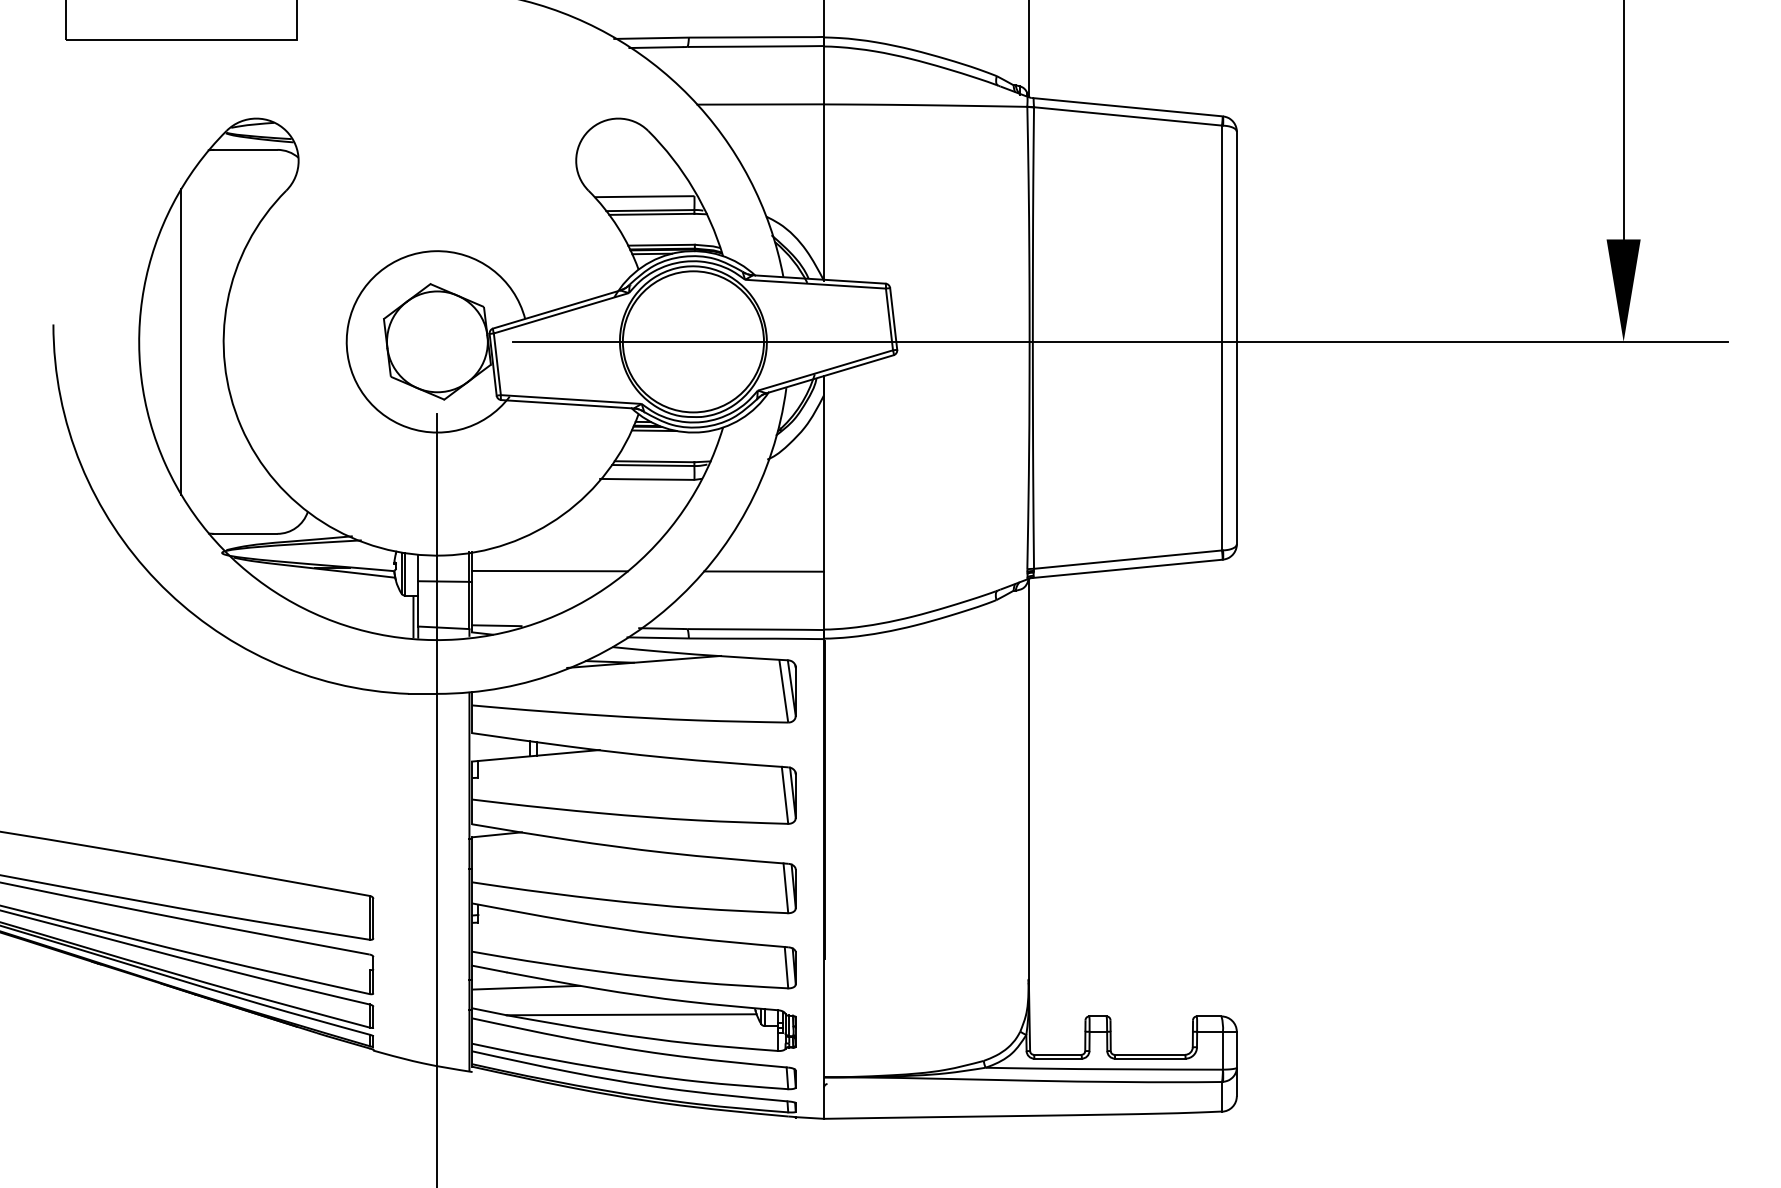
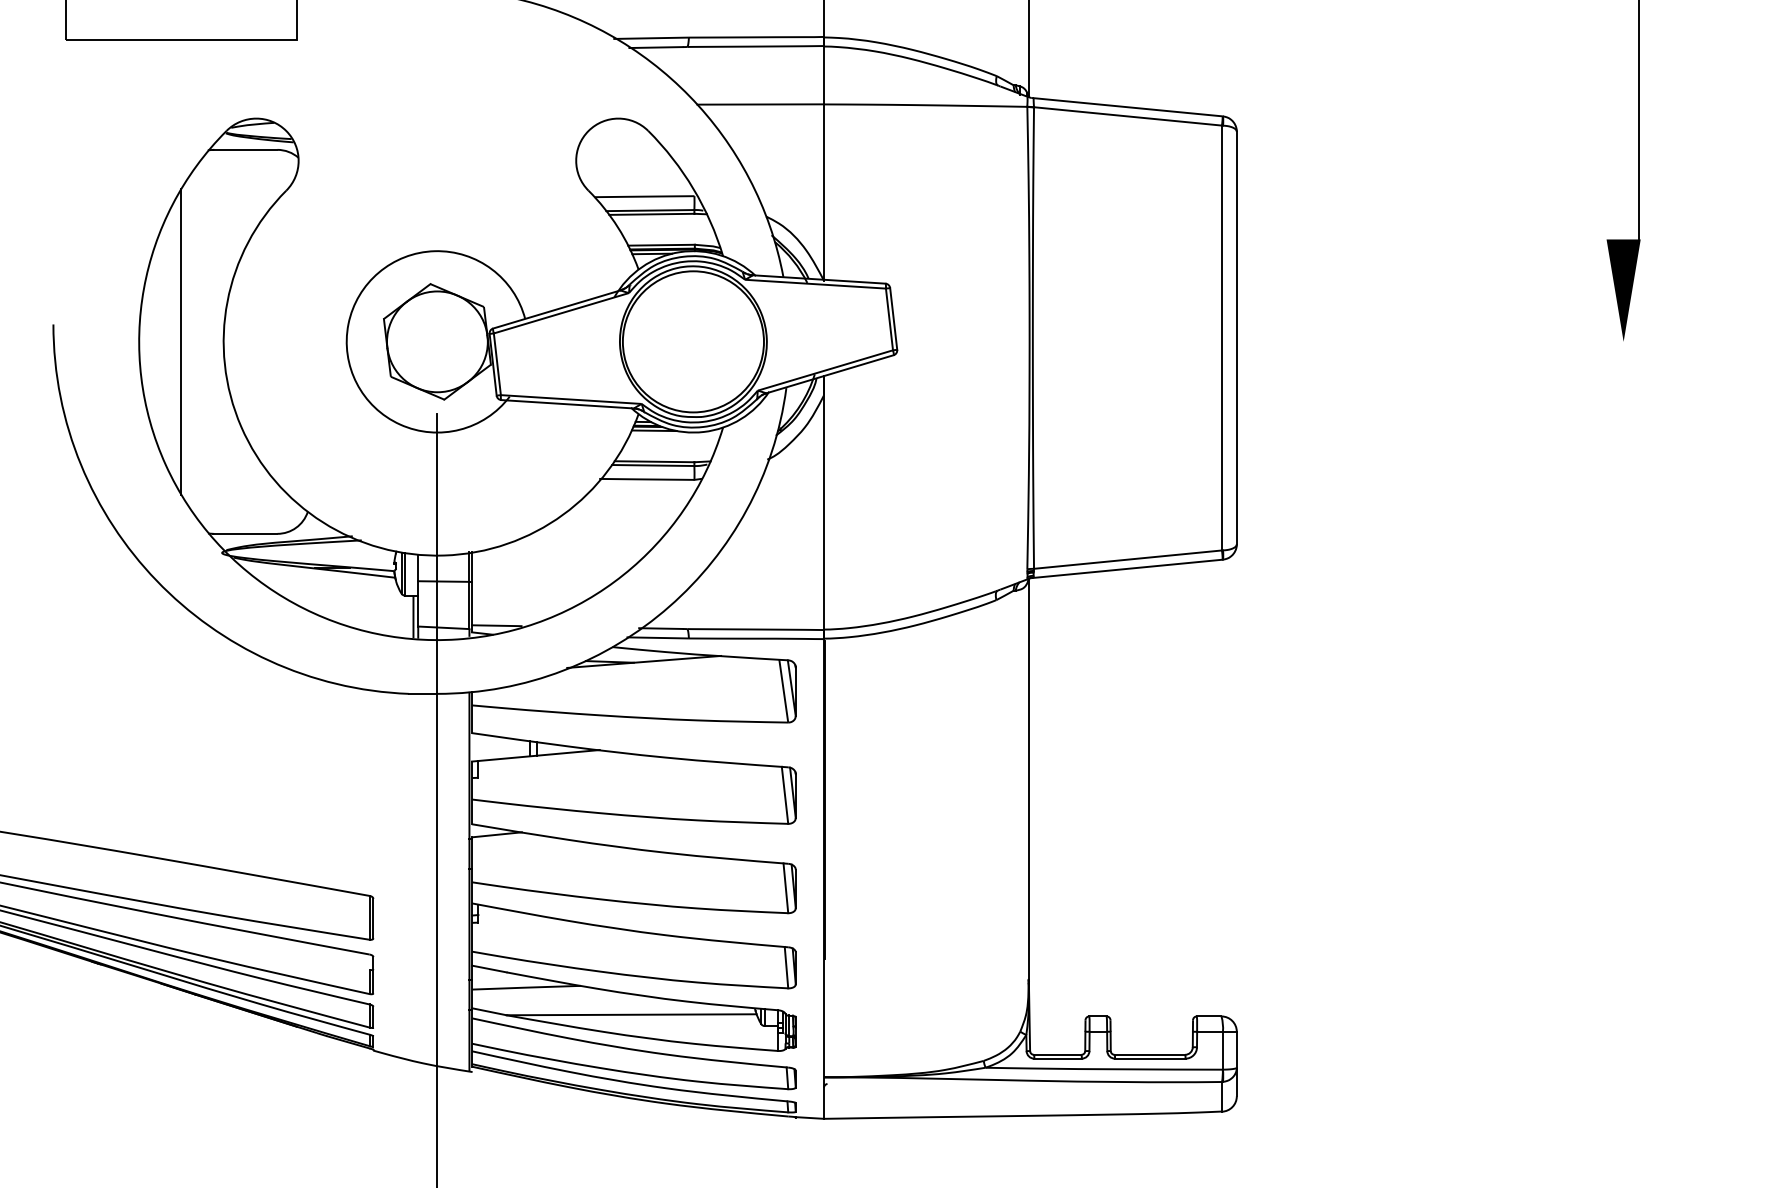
line at (1623, 120) position: (1623, 120) -> (1638, 120)
line at (1120, 341): present -> none
line at (549, 570): present -> none
line at (764, 571): present -> none
